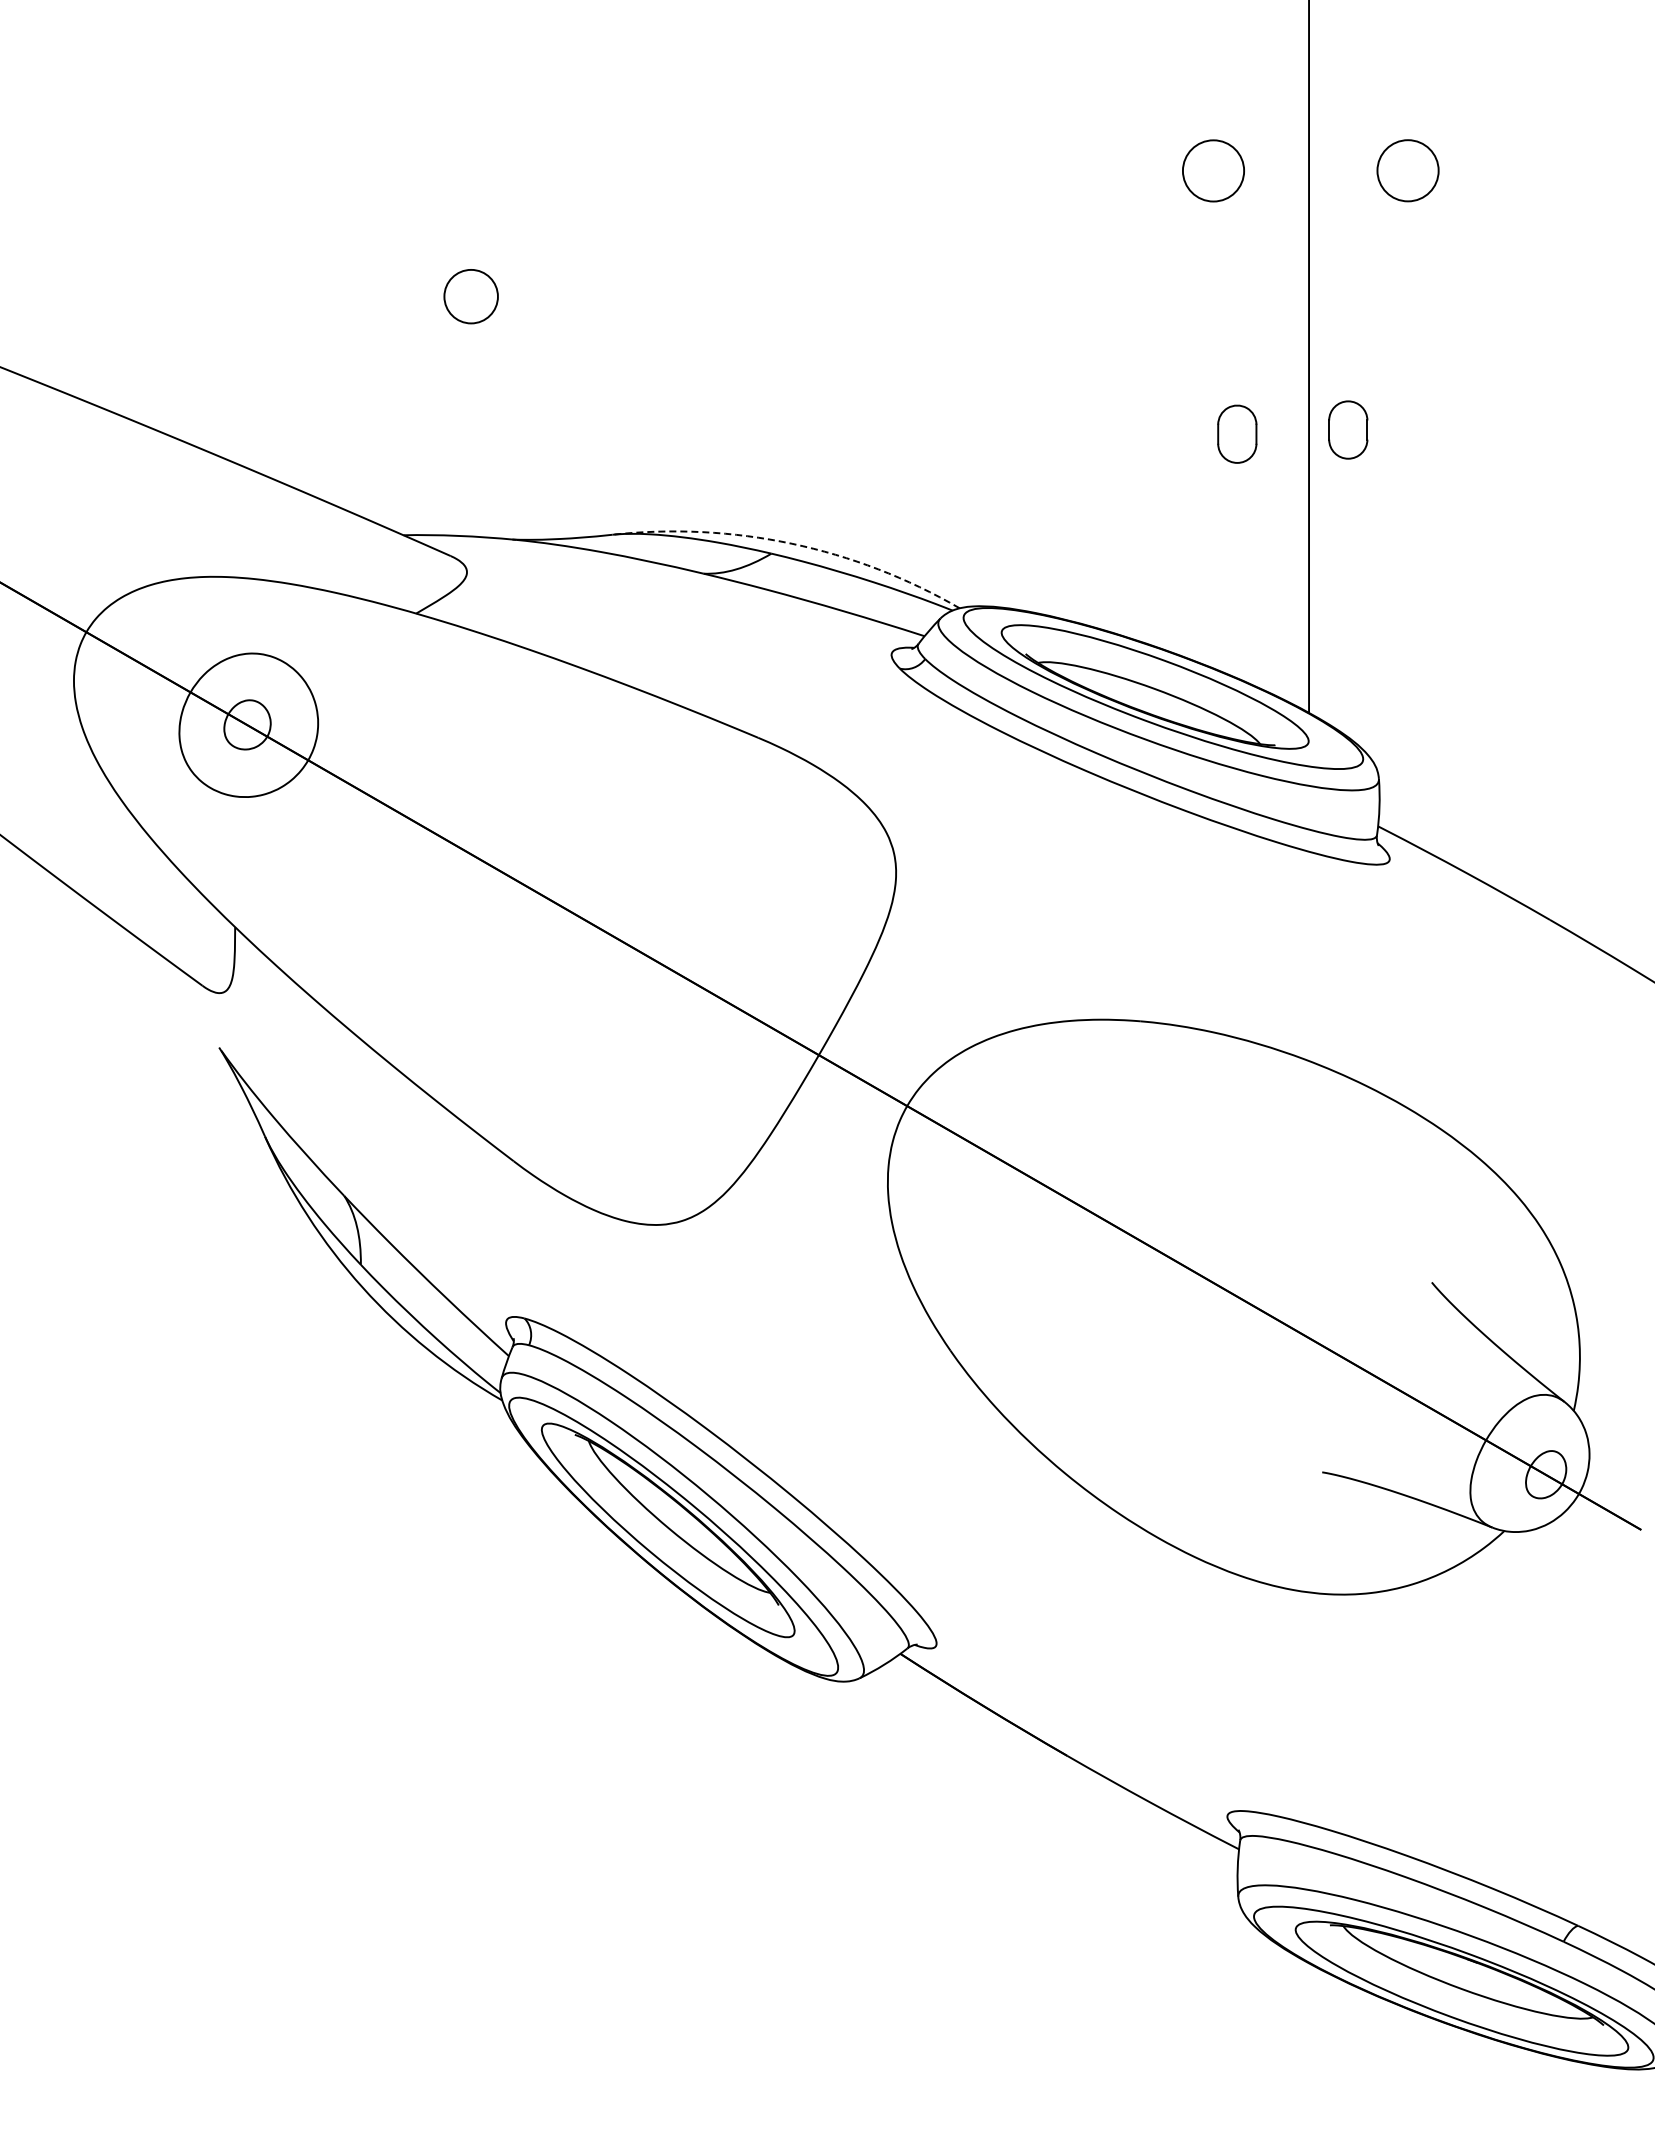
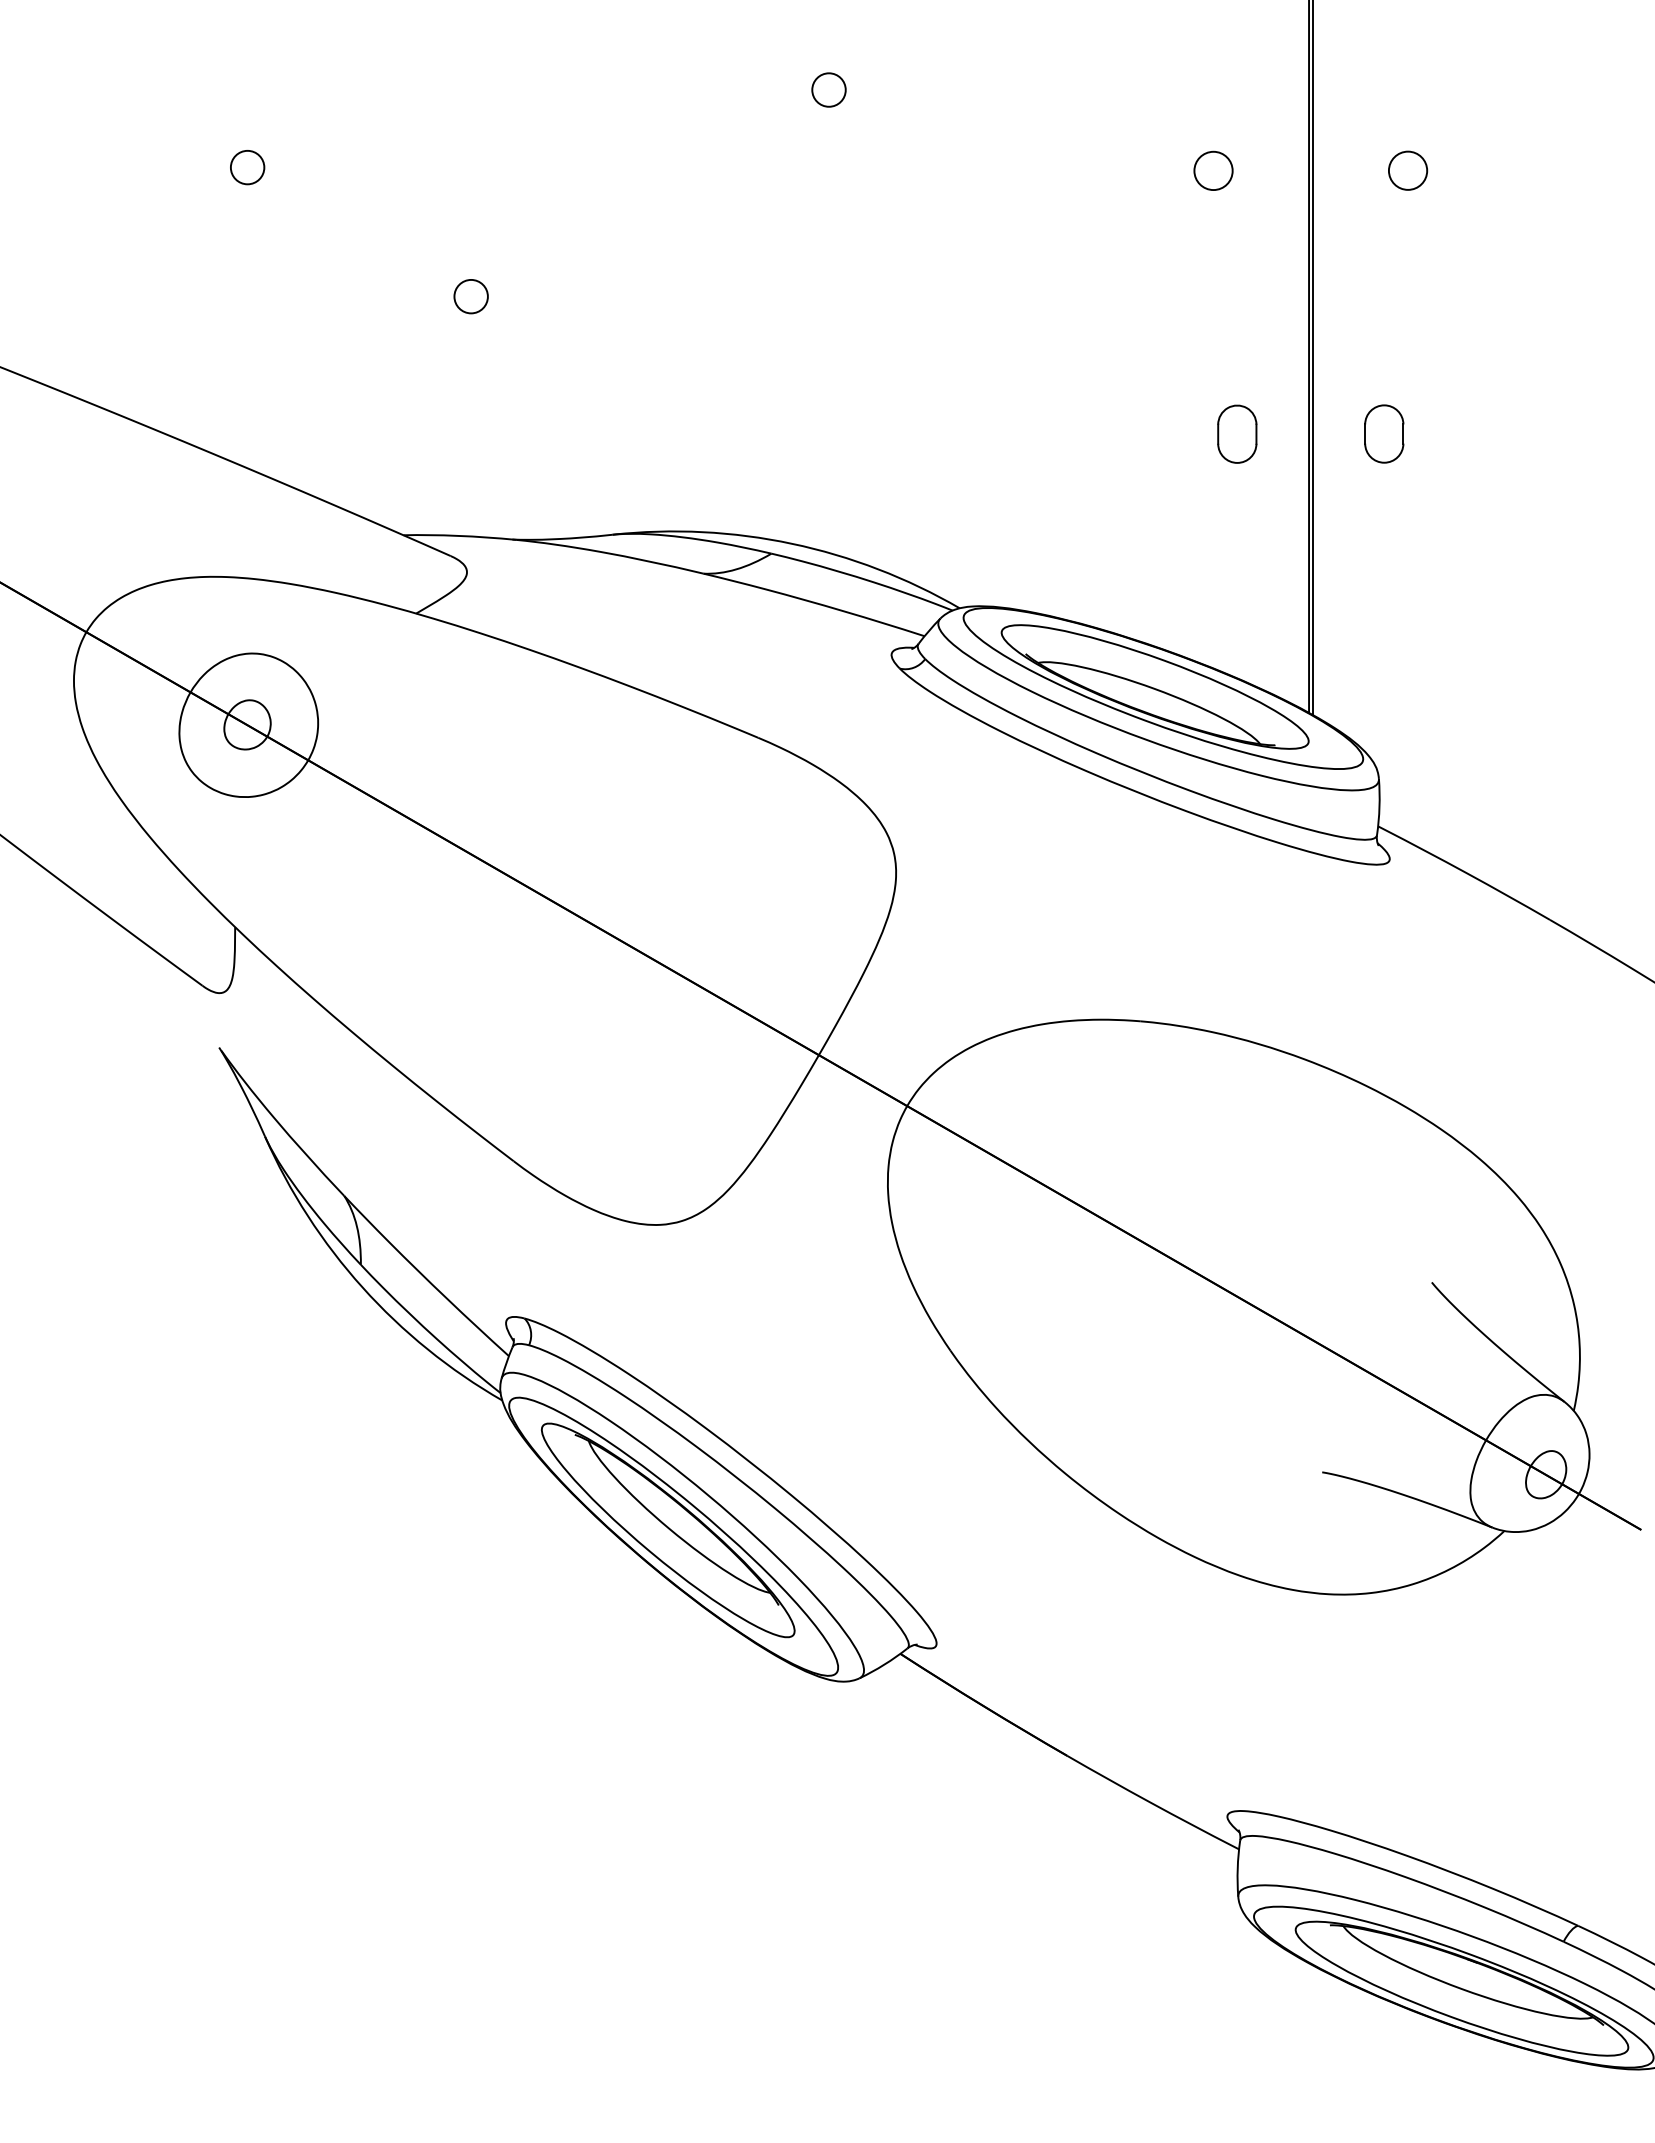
circle at (828, 89): none -> present
circle at (247, 167): none -> present
circle at (1213, 170) diameter: 61 px -> 38 px
circle at (1407, 170) diameter: 61 px -> 38 px
circle at (470, 296) diameter: 54 px -> 33 px
line at (1312, 358): none -> present
part at (1348, 429) position: (1348, 429) -> (1384, 433)
arc at (791, 543): dashed -> solid
